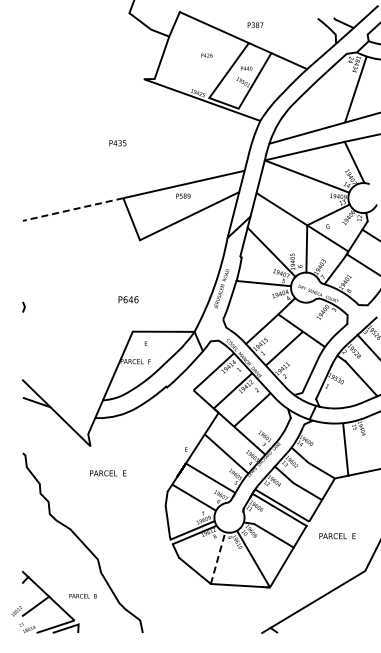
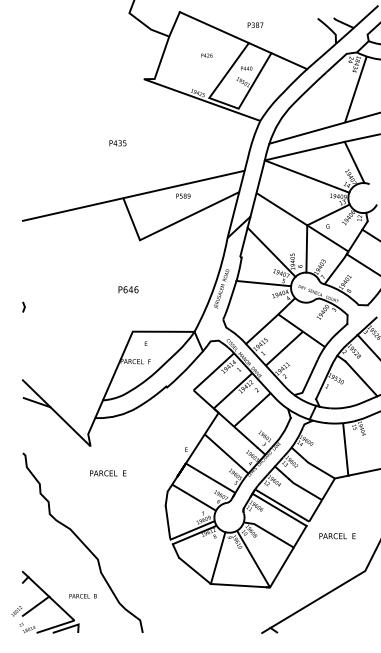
line at (72, 209): dashed -> solid
text at (128, 299) position: (128, 299) -> (128, 289)
line at (218, 558): dashed -> solid
